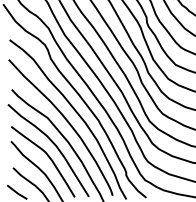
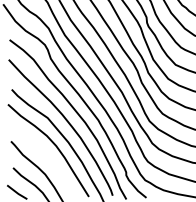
curve at (47, 156): present -> none
